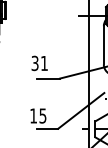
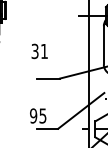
text at (39, 63) position: (39, 63) -> (39, 51)
text at (33, 115): 15 -> 95
